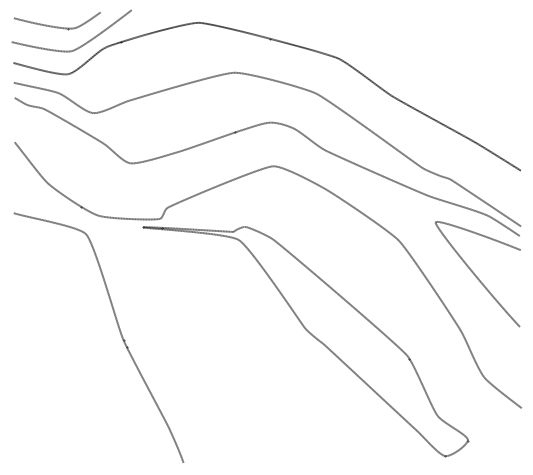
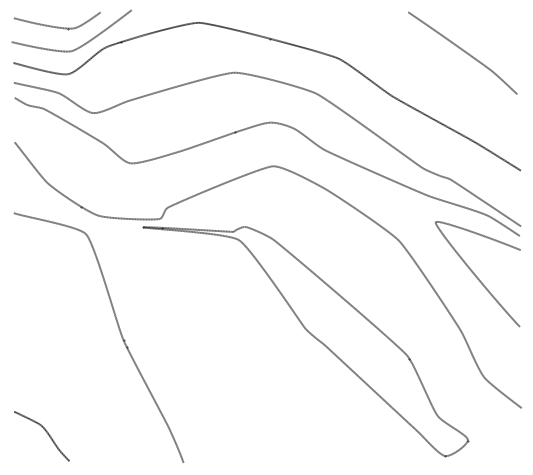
curve at (463, 51): none -> present
curve at (46, 433): none -> present
